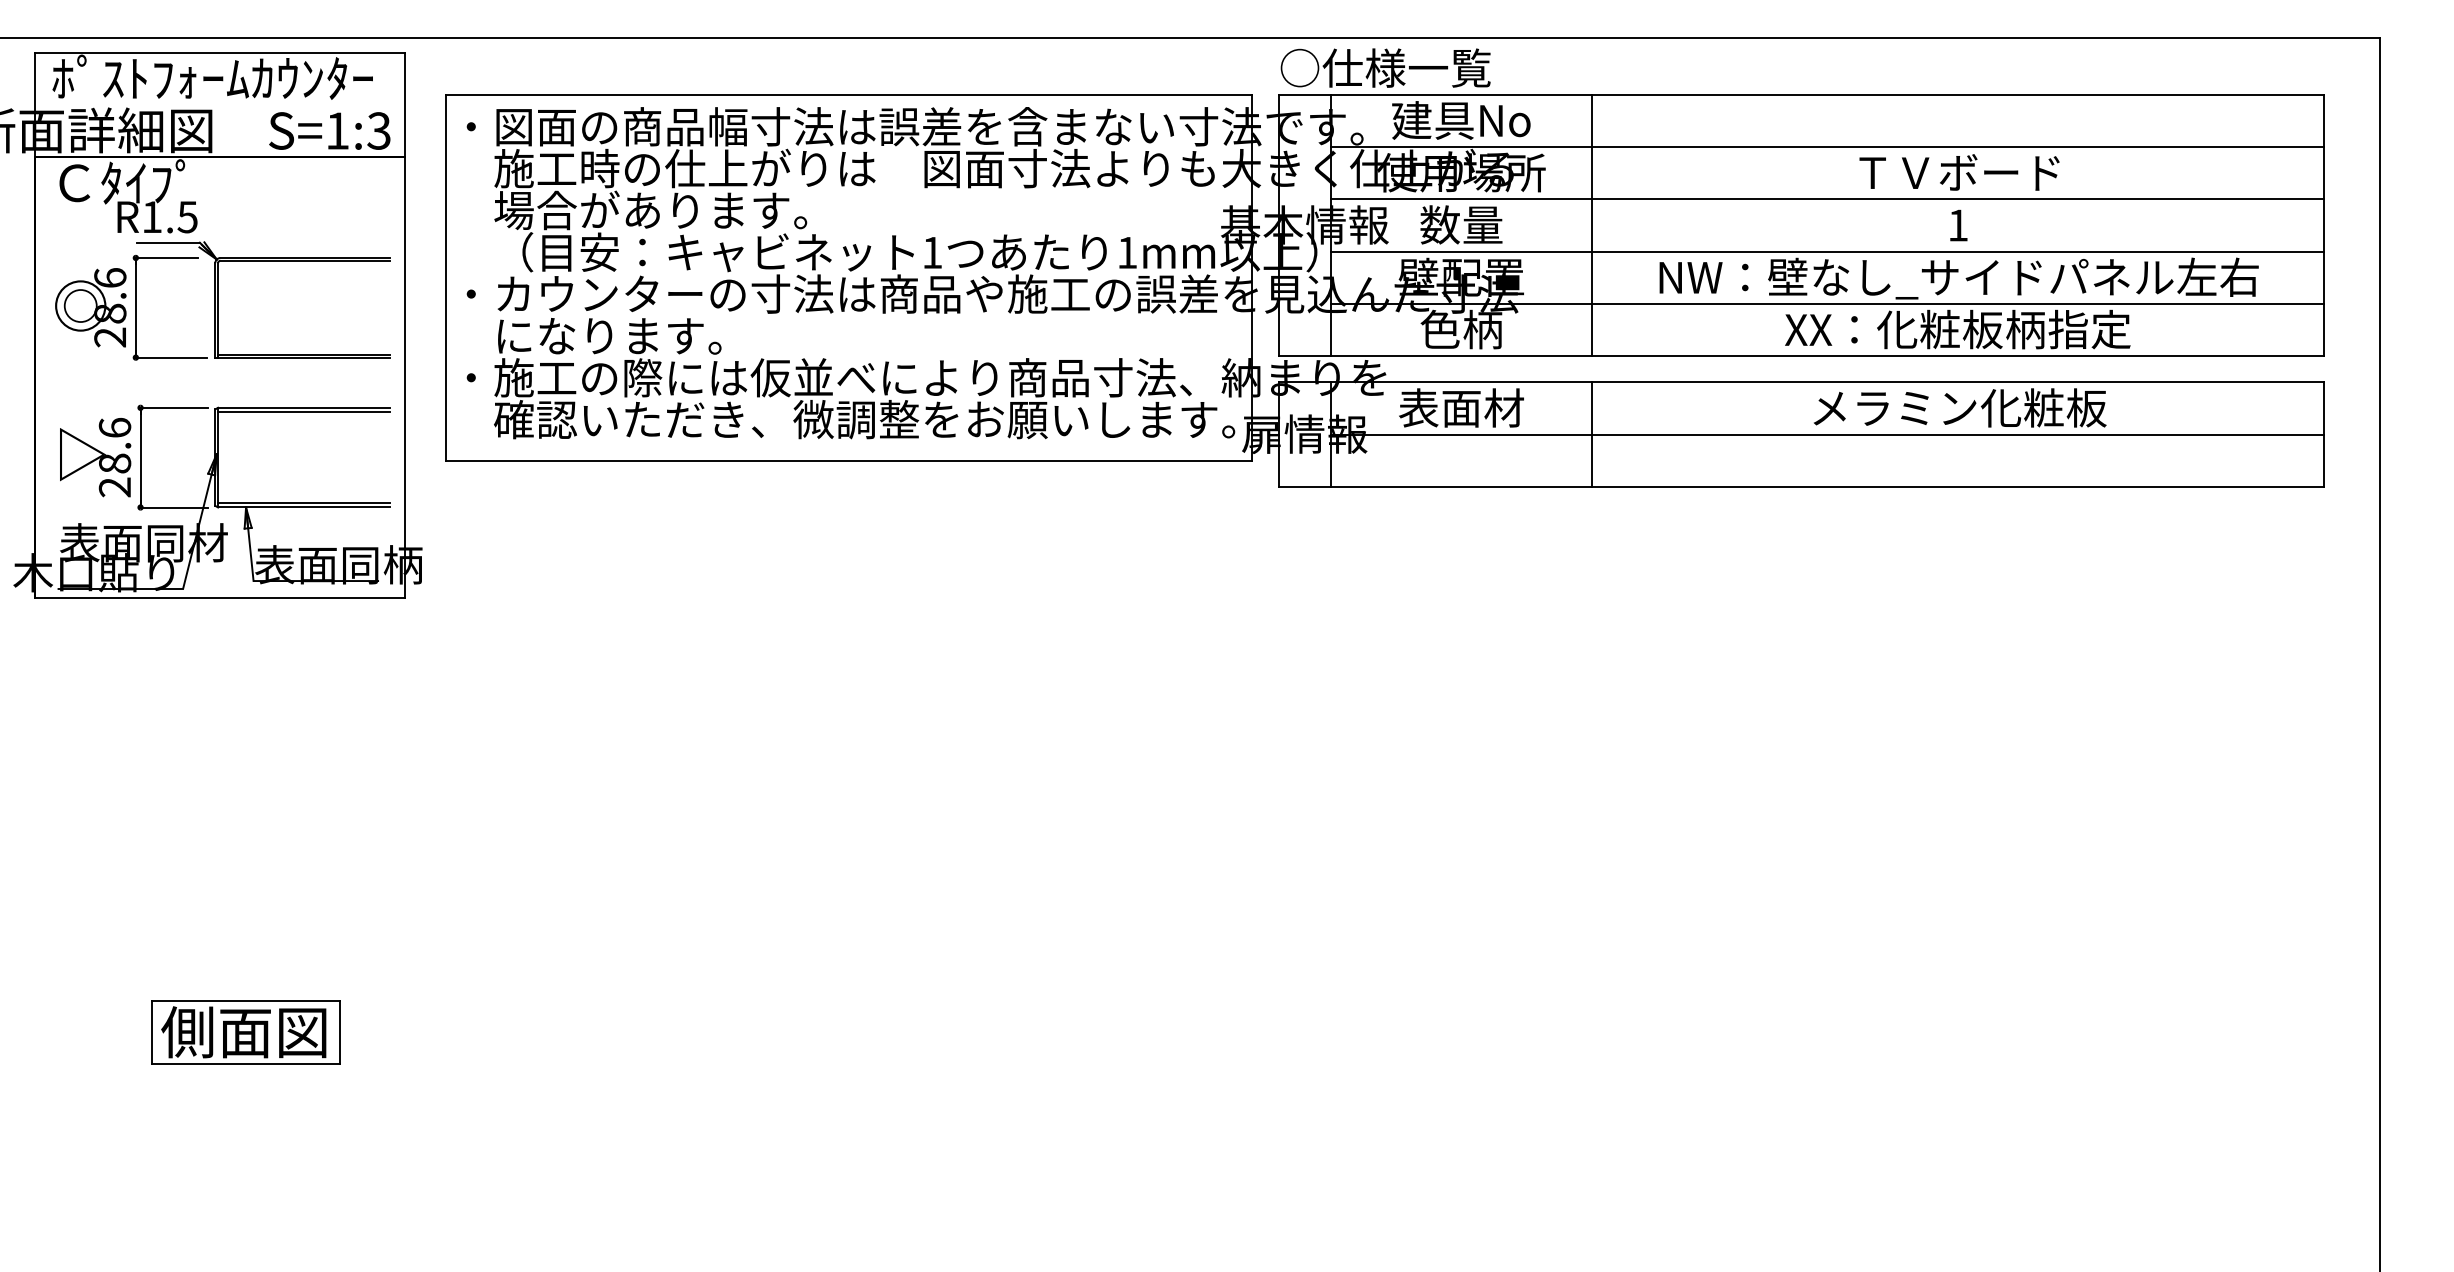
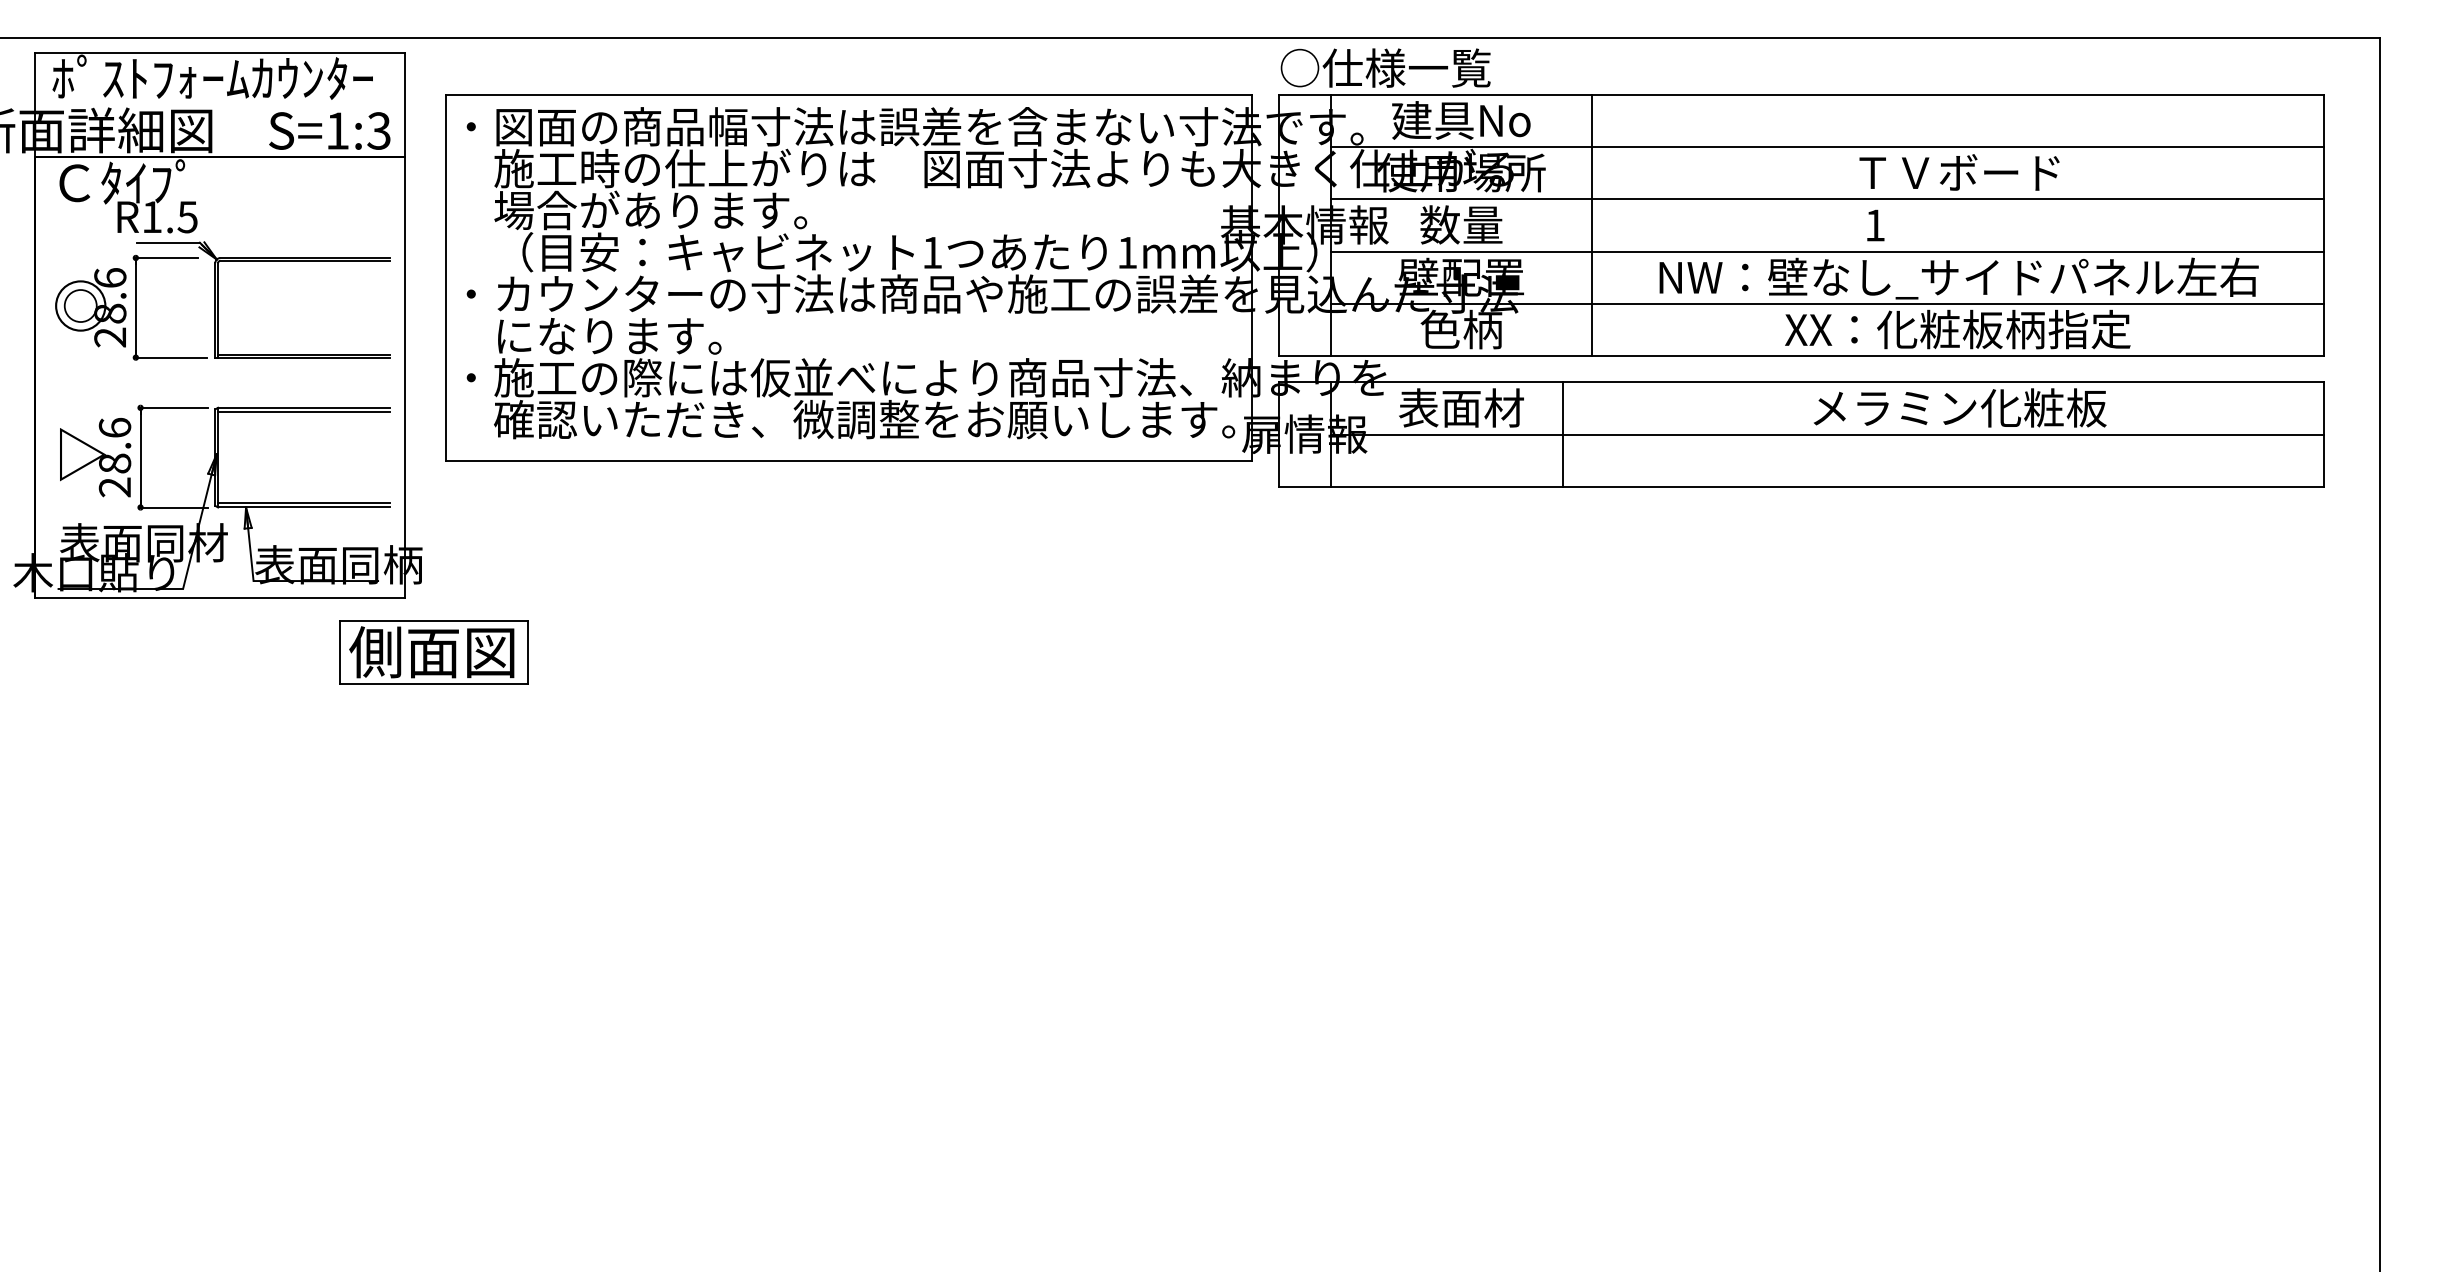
text at (1958, 225) position: (1958, 225) -> (1875, 225)
line at (1592, 434) position: (1592, 434) -> (1563, 434)
part at (245, 1032) position: (245, 1032) -> (433, 652)
